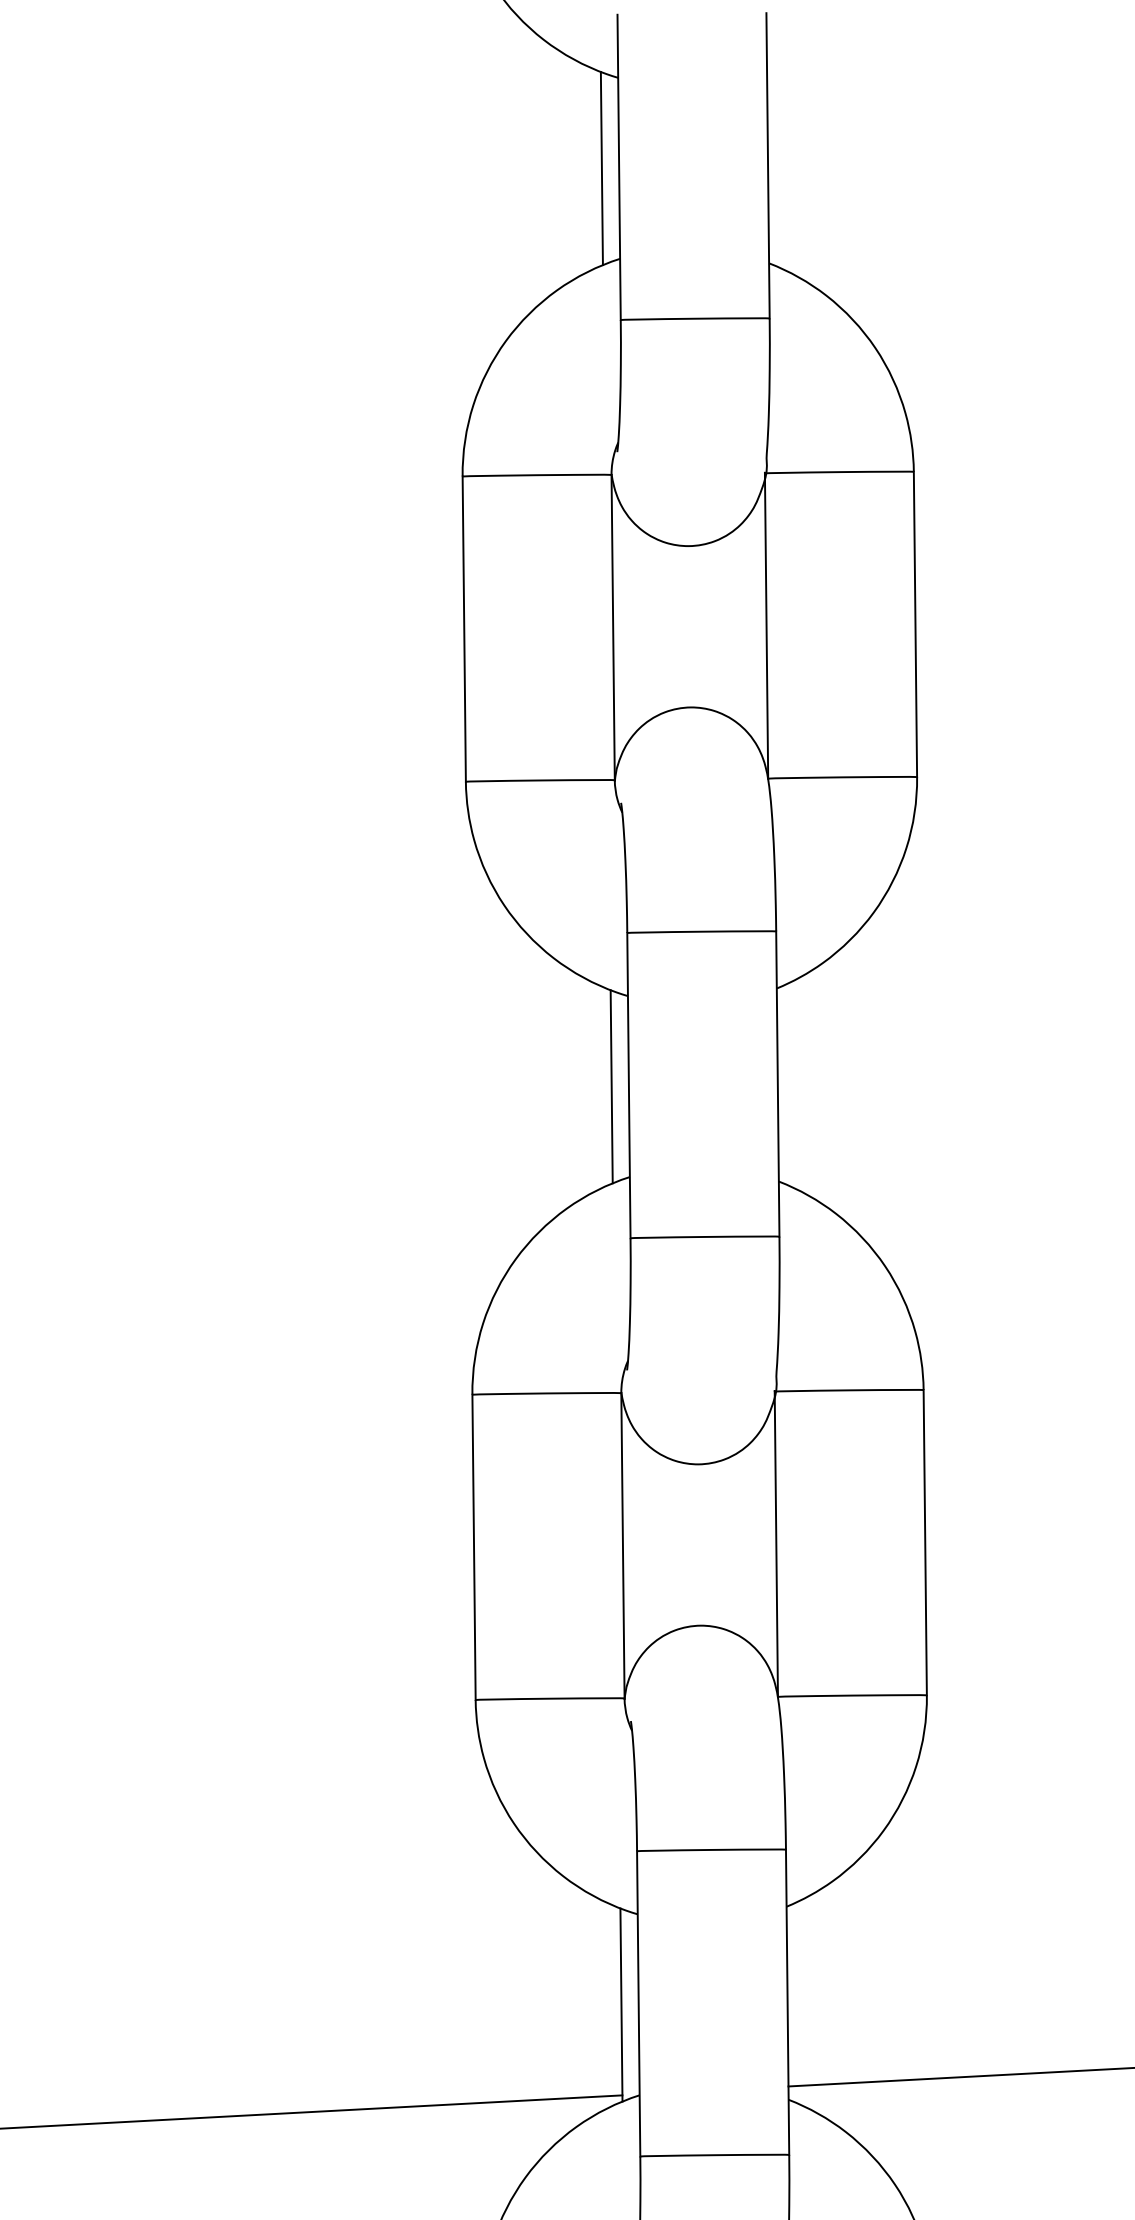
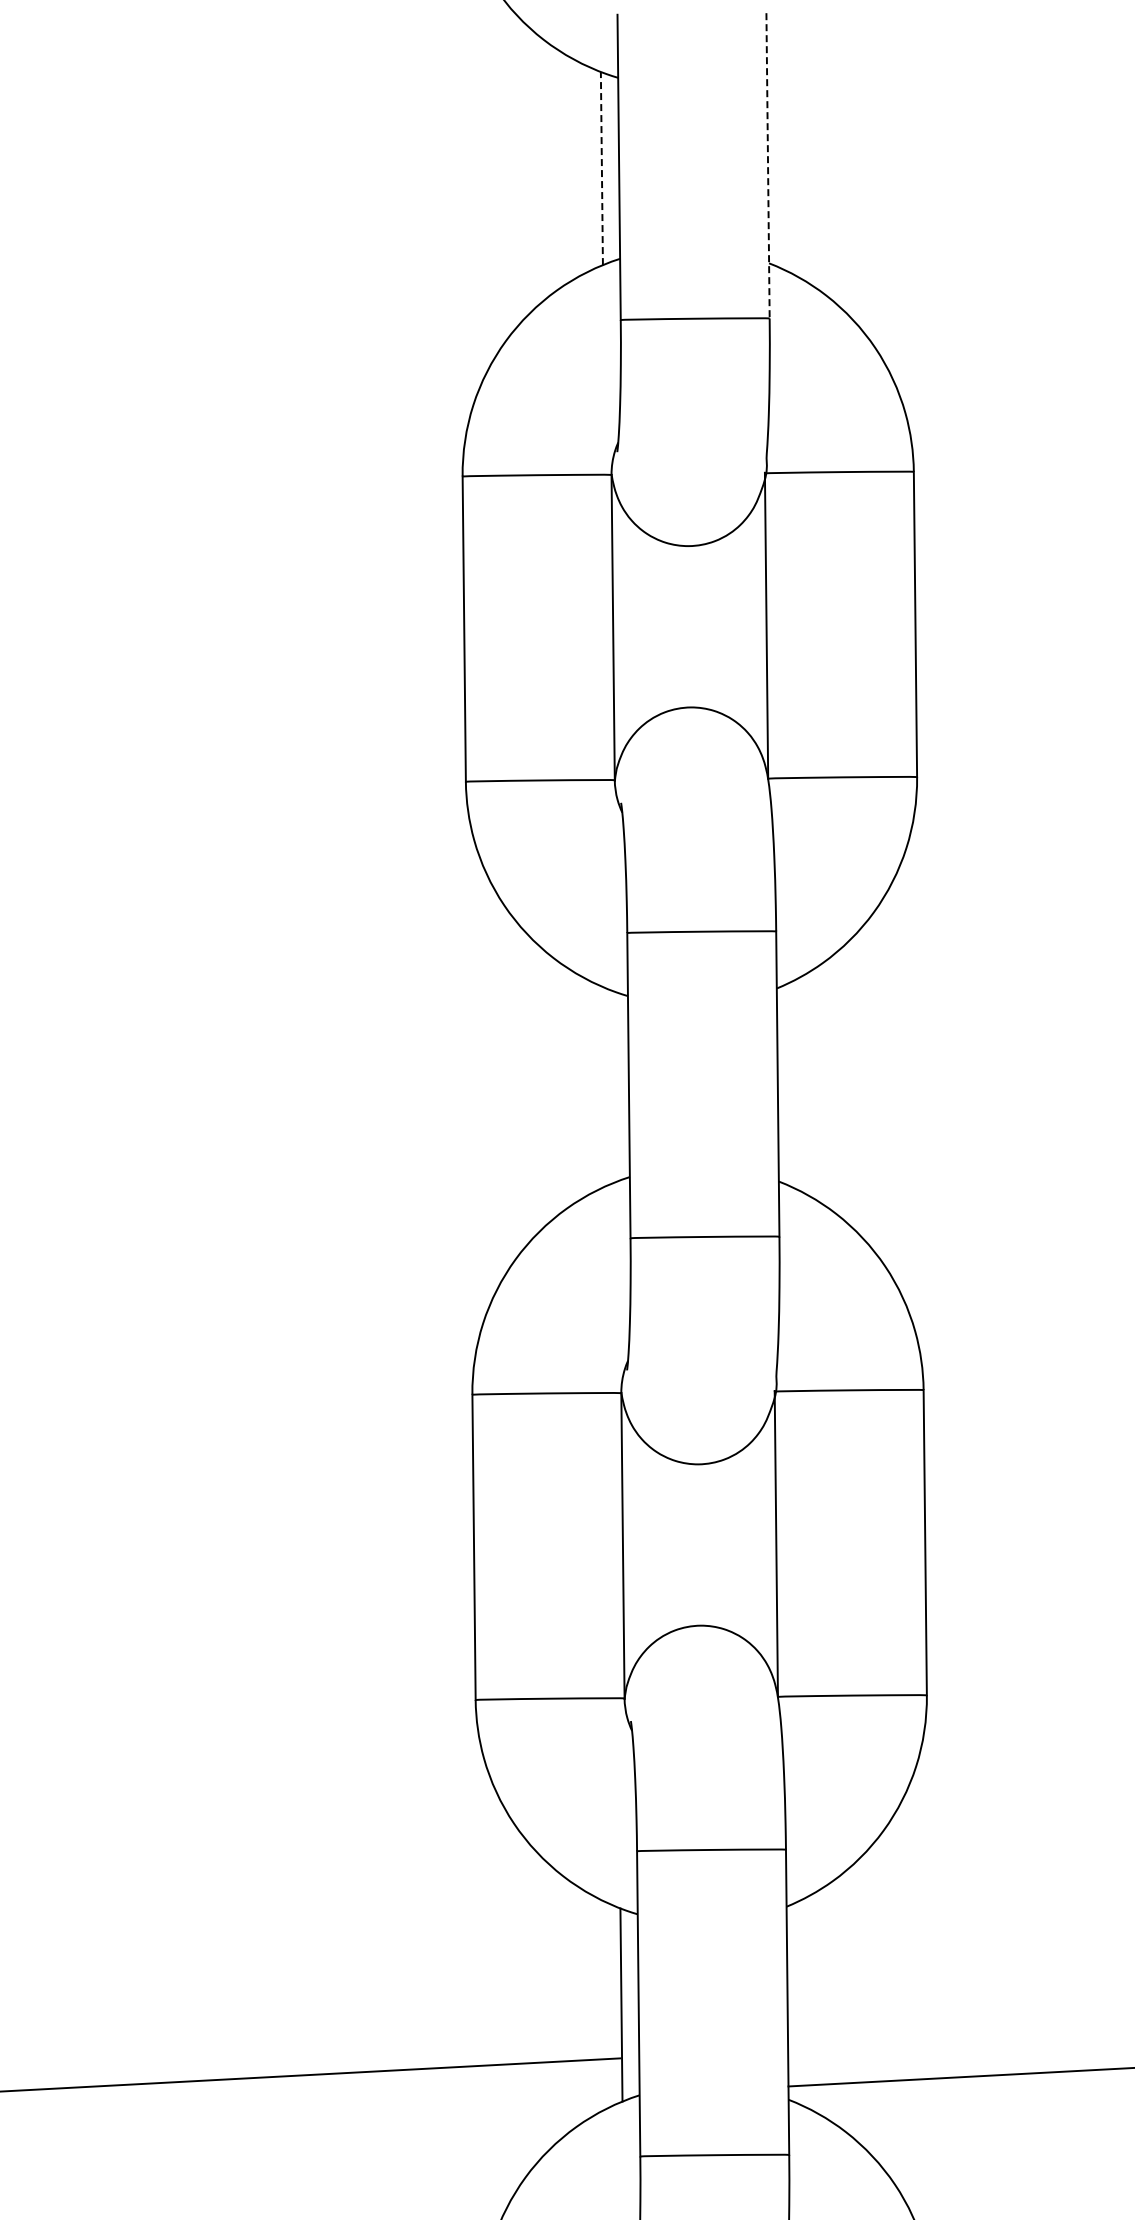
line at (768, 165): solid -> dashed
line at (601, 168): solid -> dashed
line at (611, 1086): present -> none
line at (312, 2111) position: (312, 2111) -> (311, 2074)
